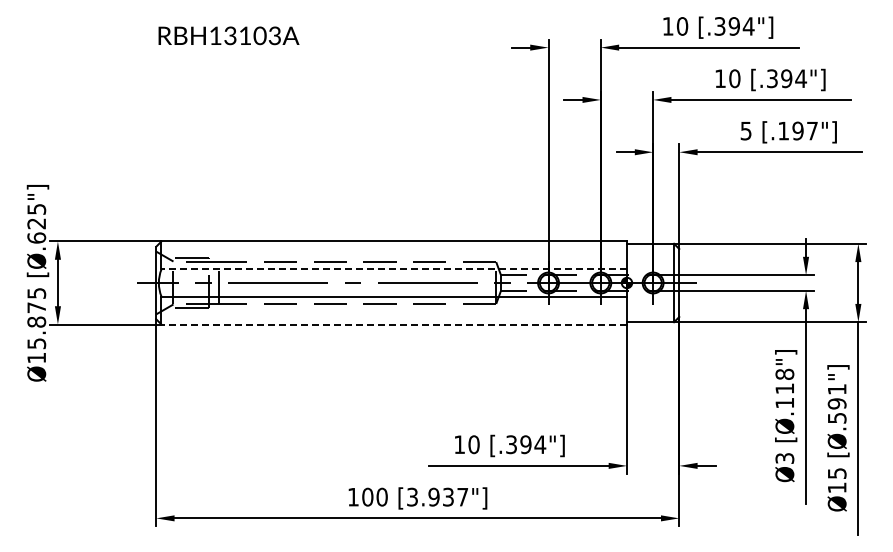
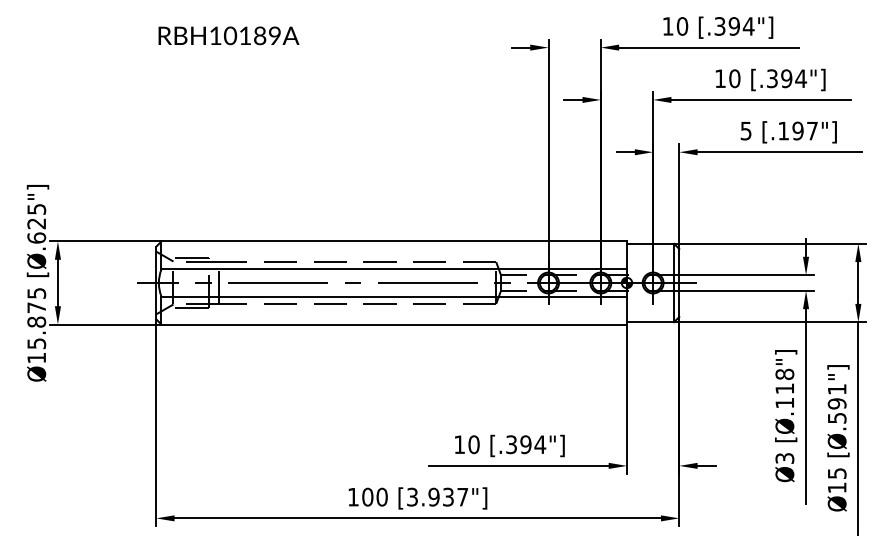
text at (252, 35): RBH13103A -> RBH10189A
line at (394, 269): dashed -> solid
line at (394, 324): dashed -> solid
